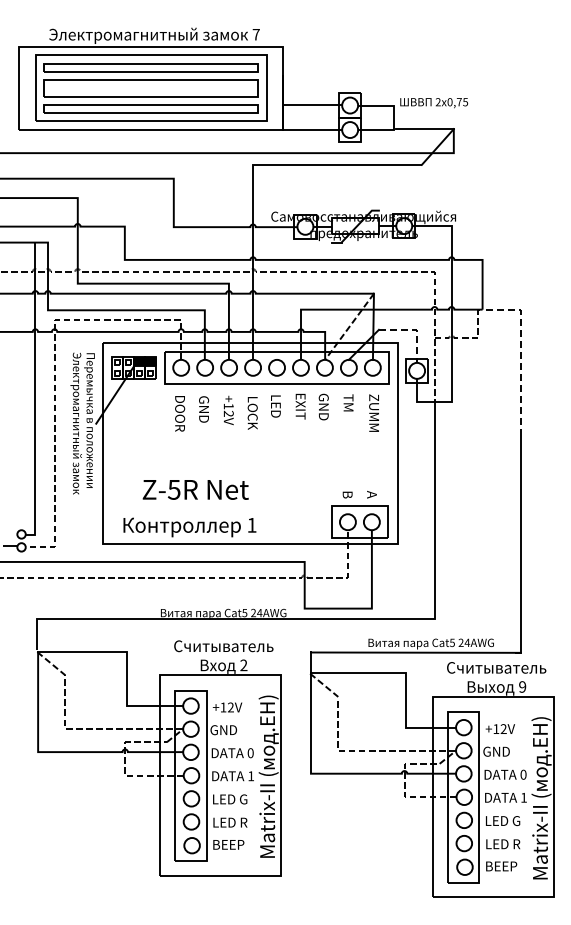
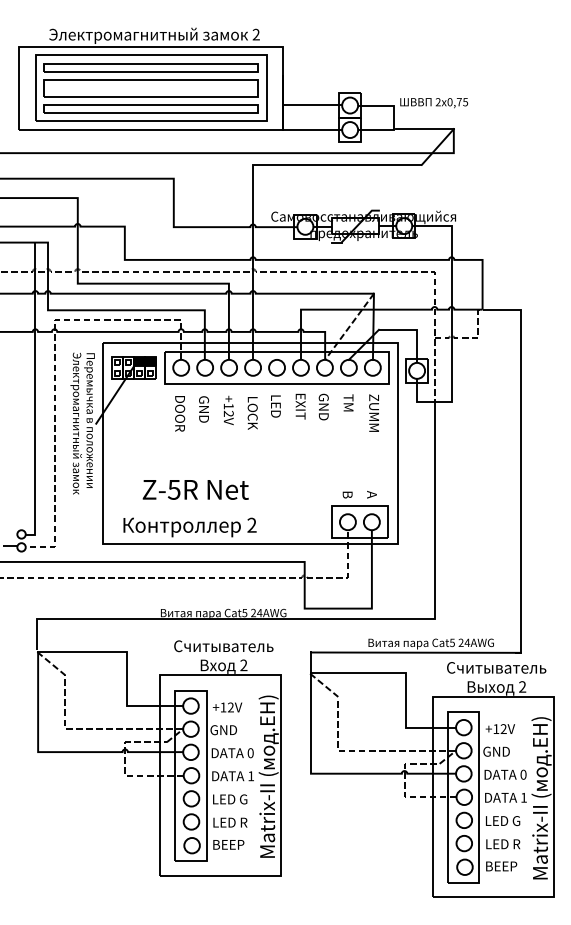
text at (255, 34): 7 -> 2
line at (415, 329): dashed -> solid
line at (520, 352): dashed -> solid
text at (251, 524): 1 -> 2
text at (522, 686): 9 -> 2
